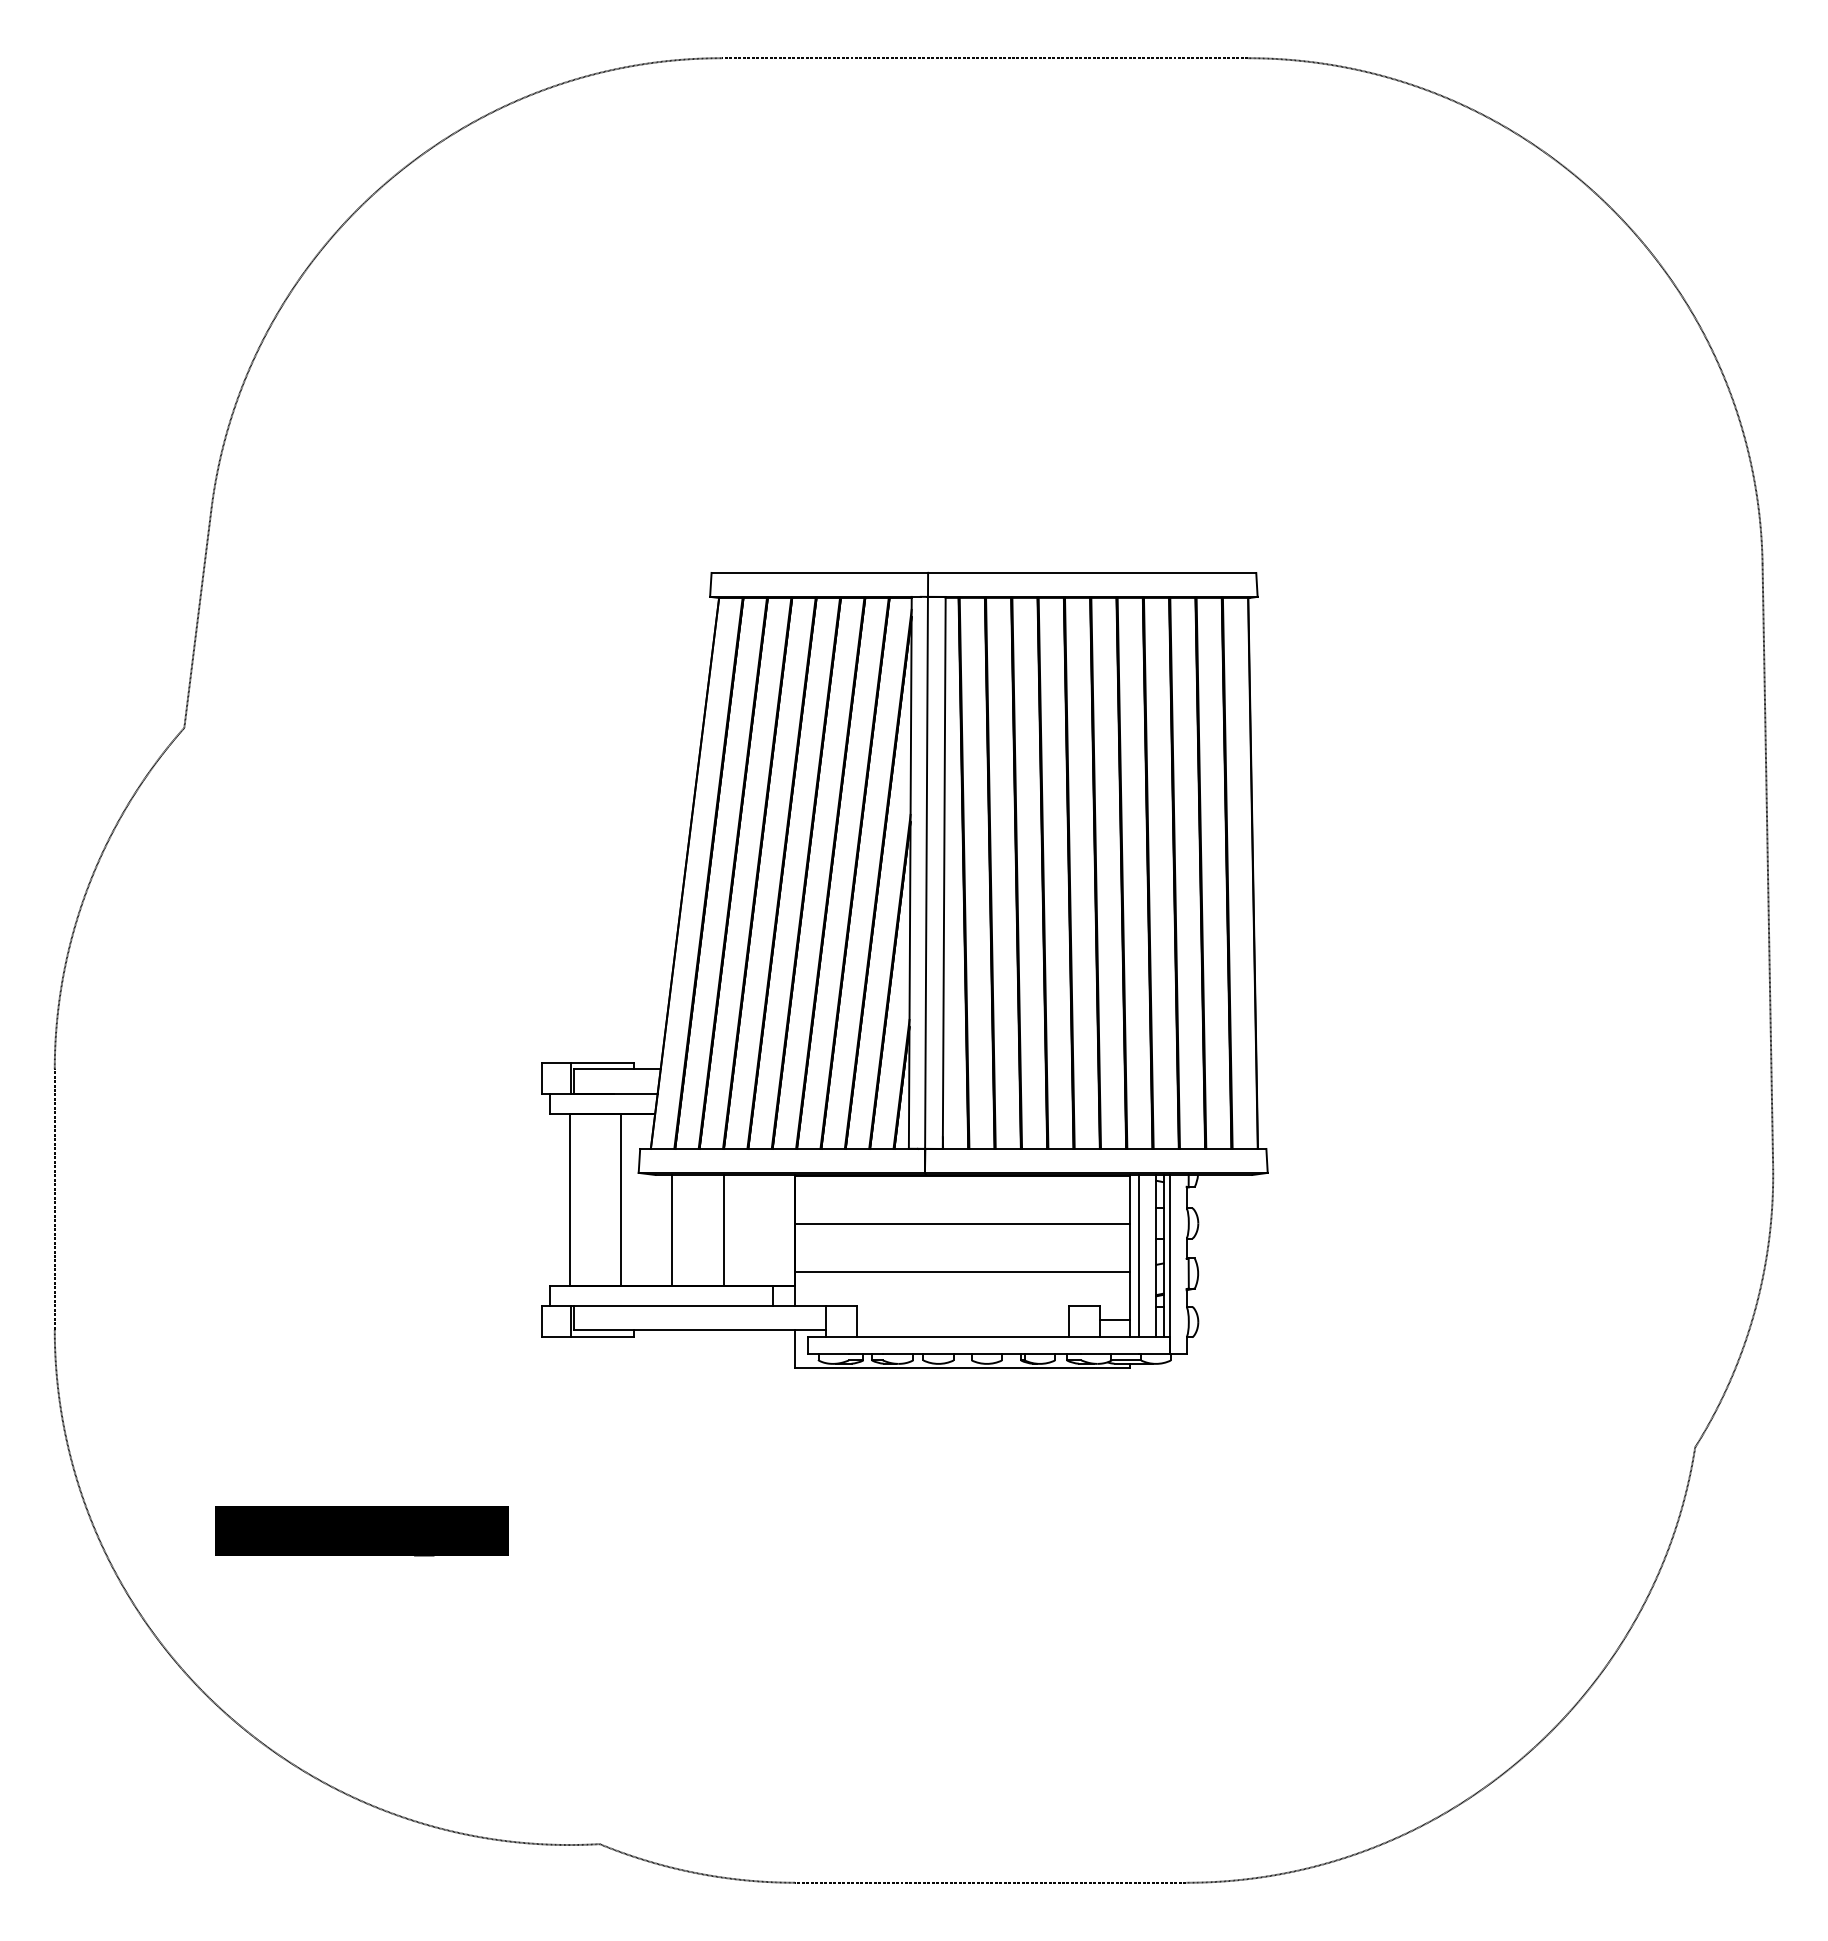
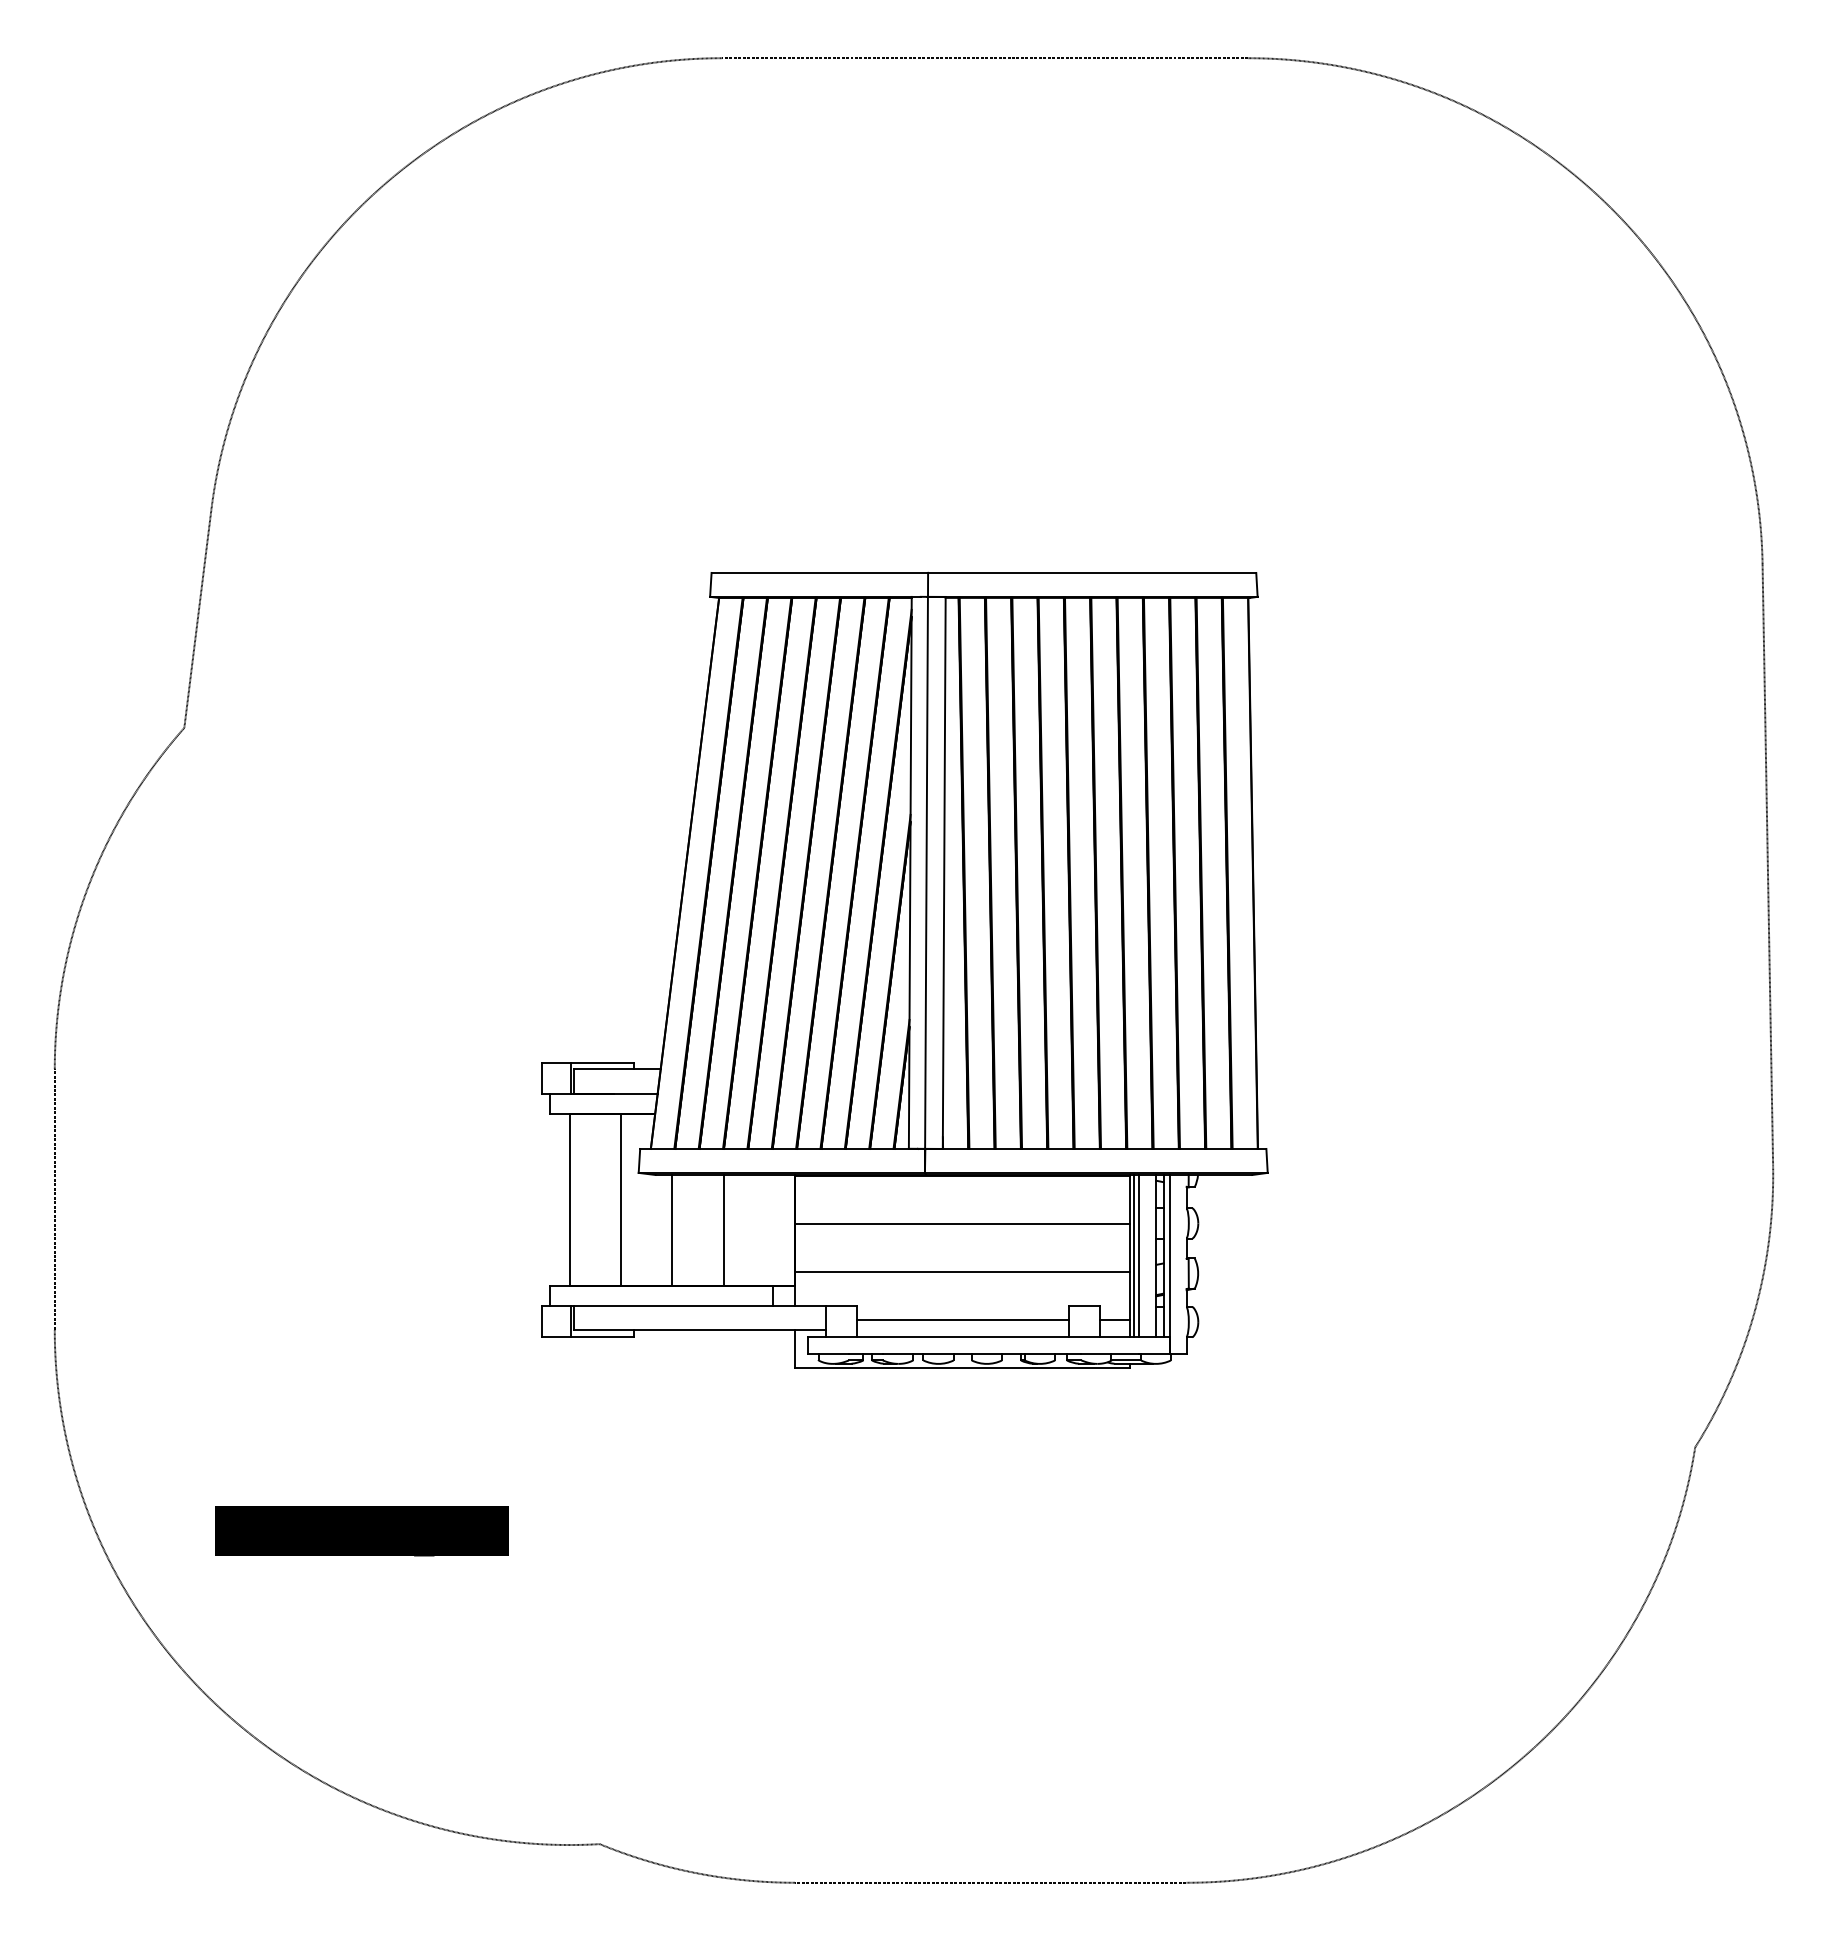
line at (1133, 1256): none -> present
line at (962, 1319): none -> present
